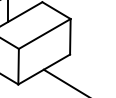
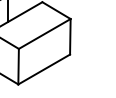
line at (64, 81): present -> none
